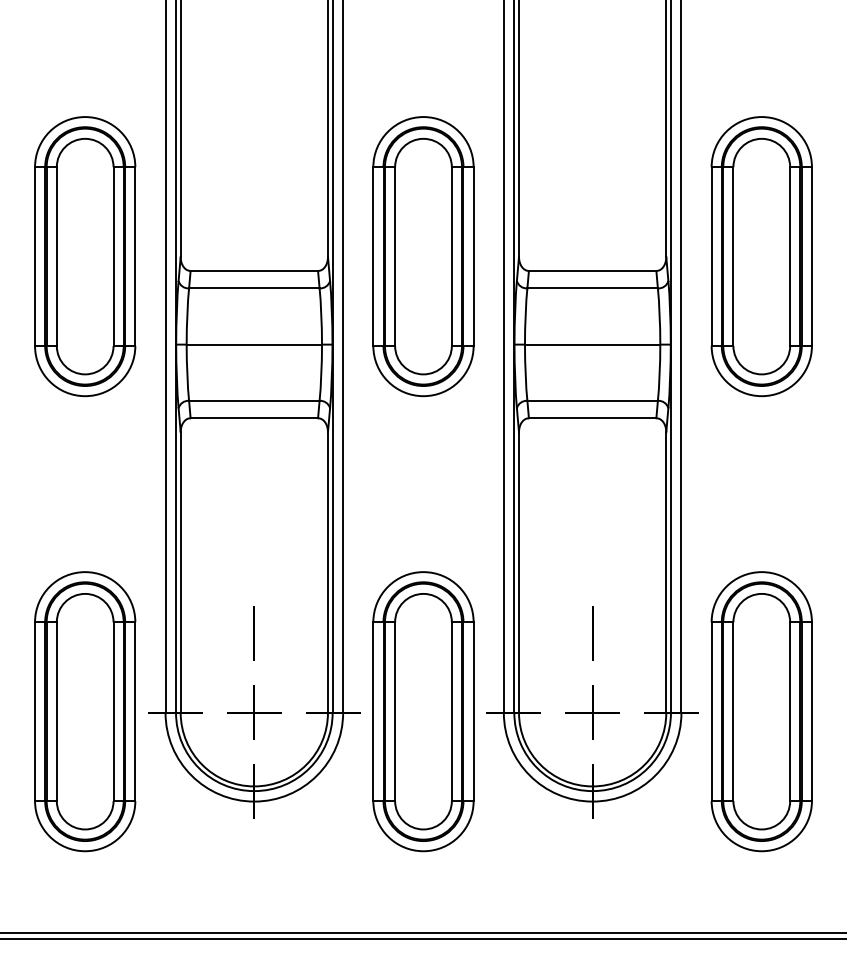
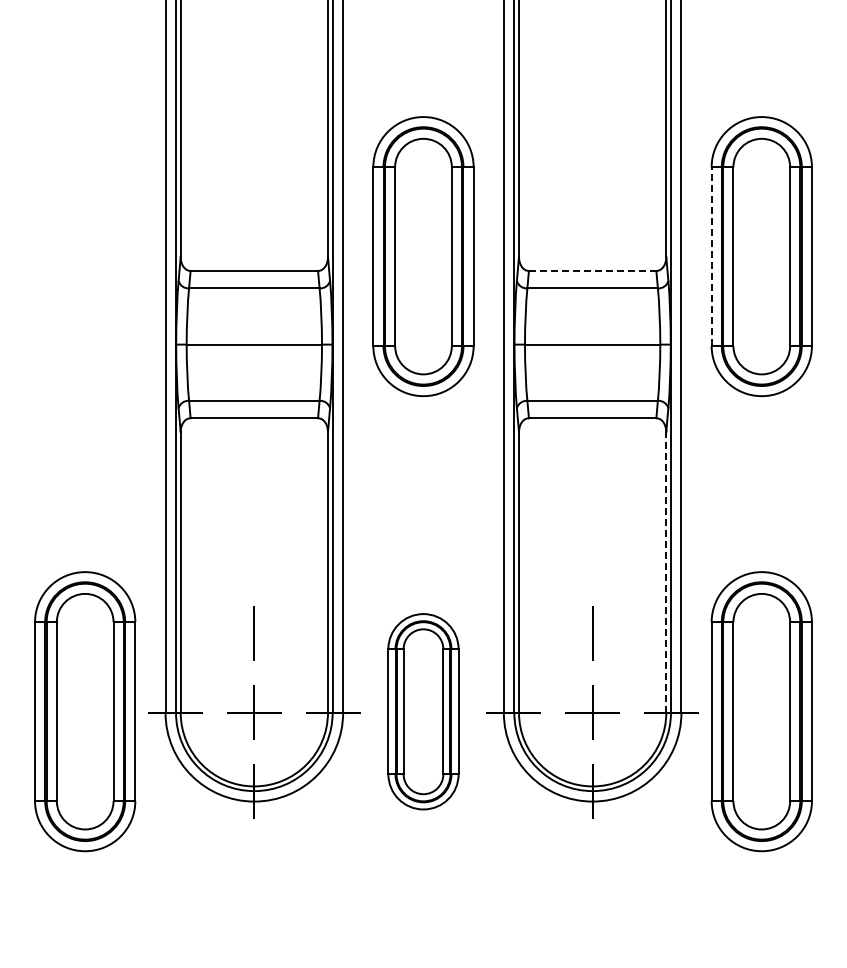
part at (85, 256): present -> none
line at (711, 256): solid -> dashed
line at (592, 270): solid -> dashed
line at (666, 572): solid -> dashed
part at (423, 711) size: 103x282 px -> 73x198 px
line at (422, 933): present -> none
line at (422, 938): present -> none
